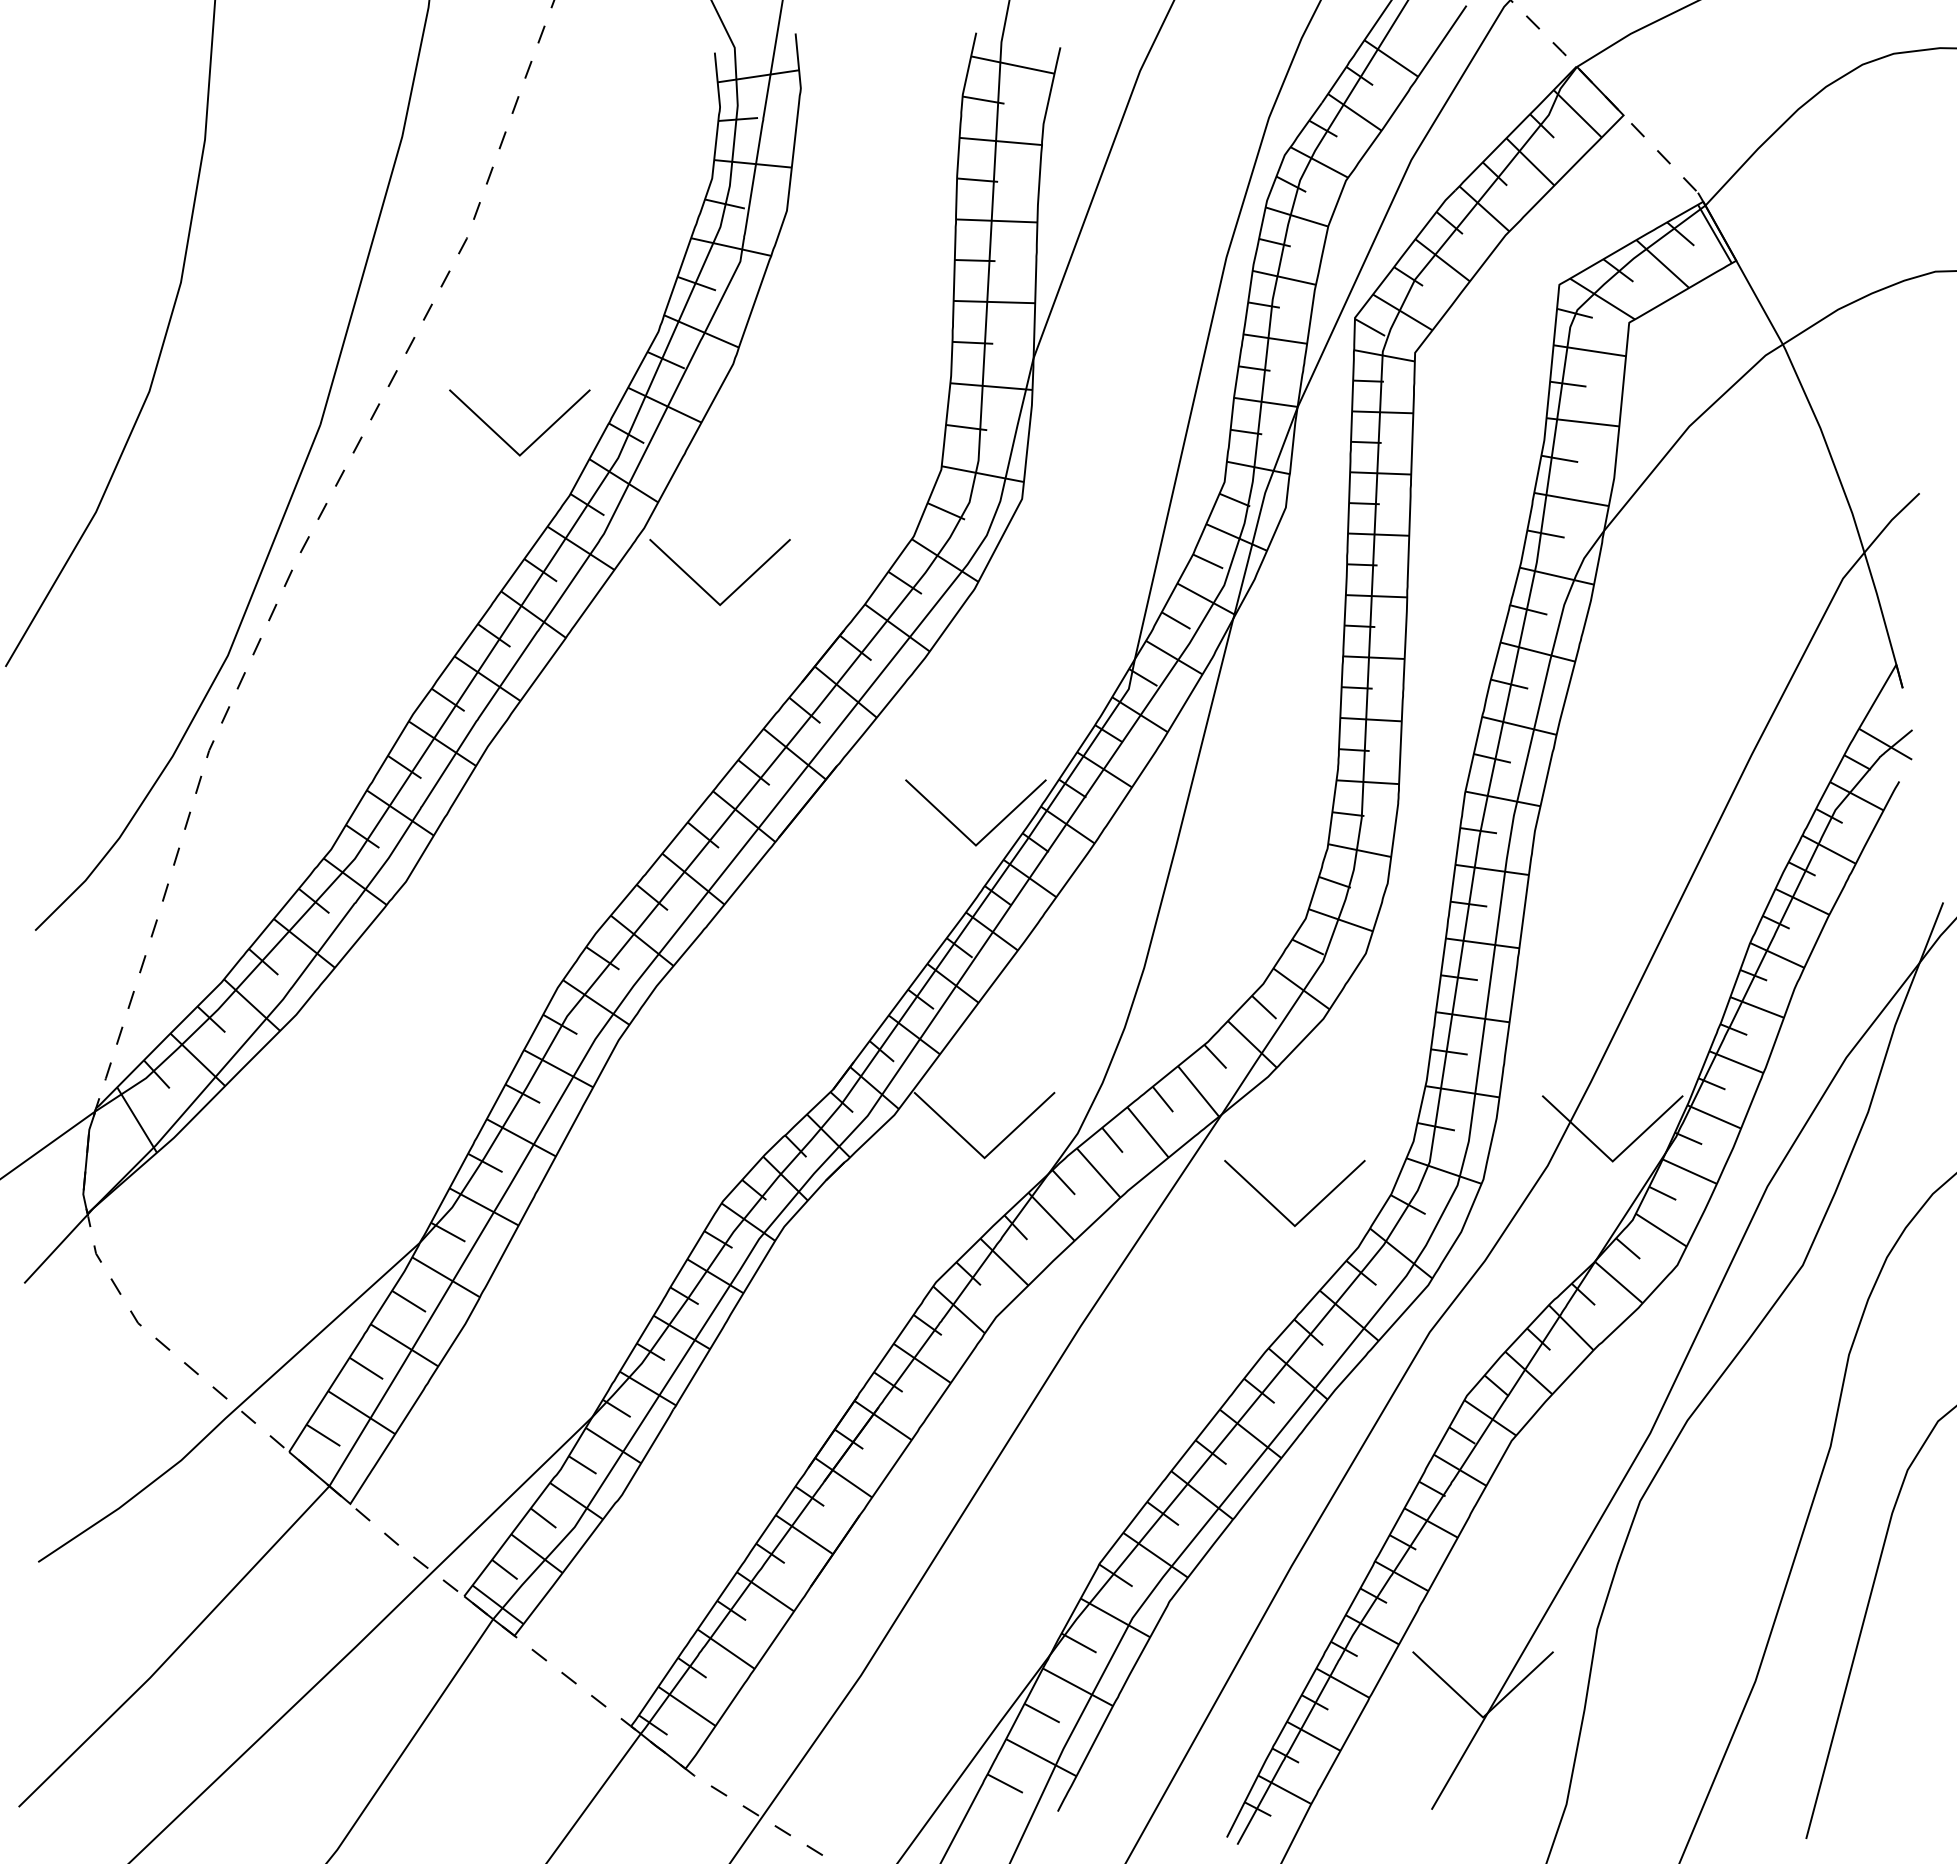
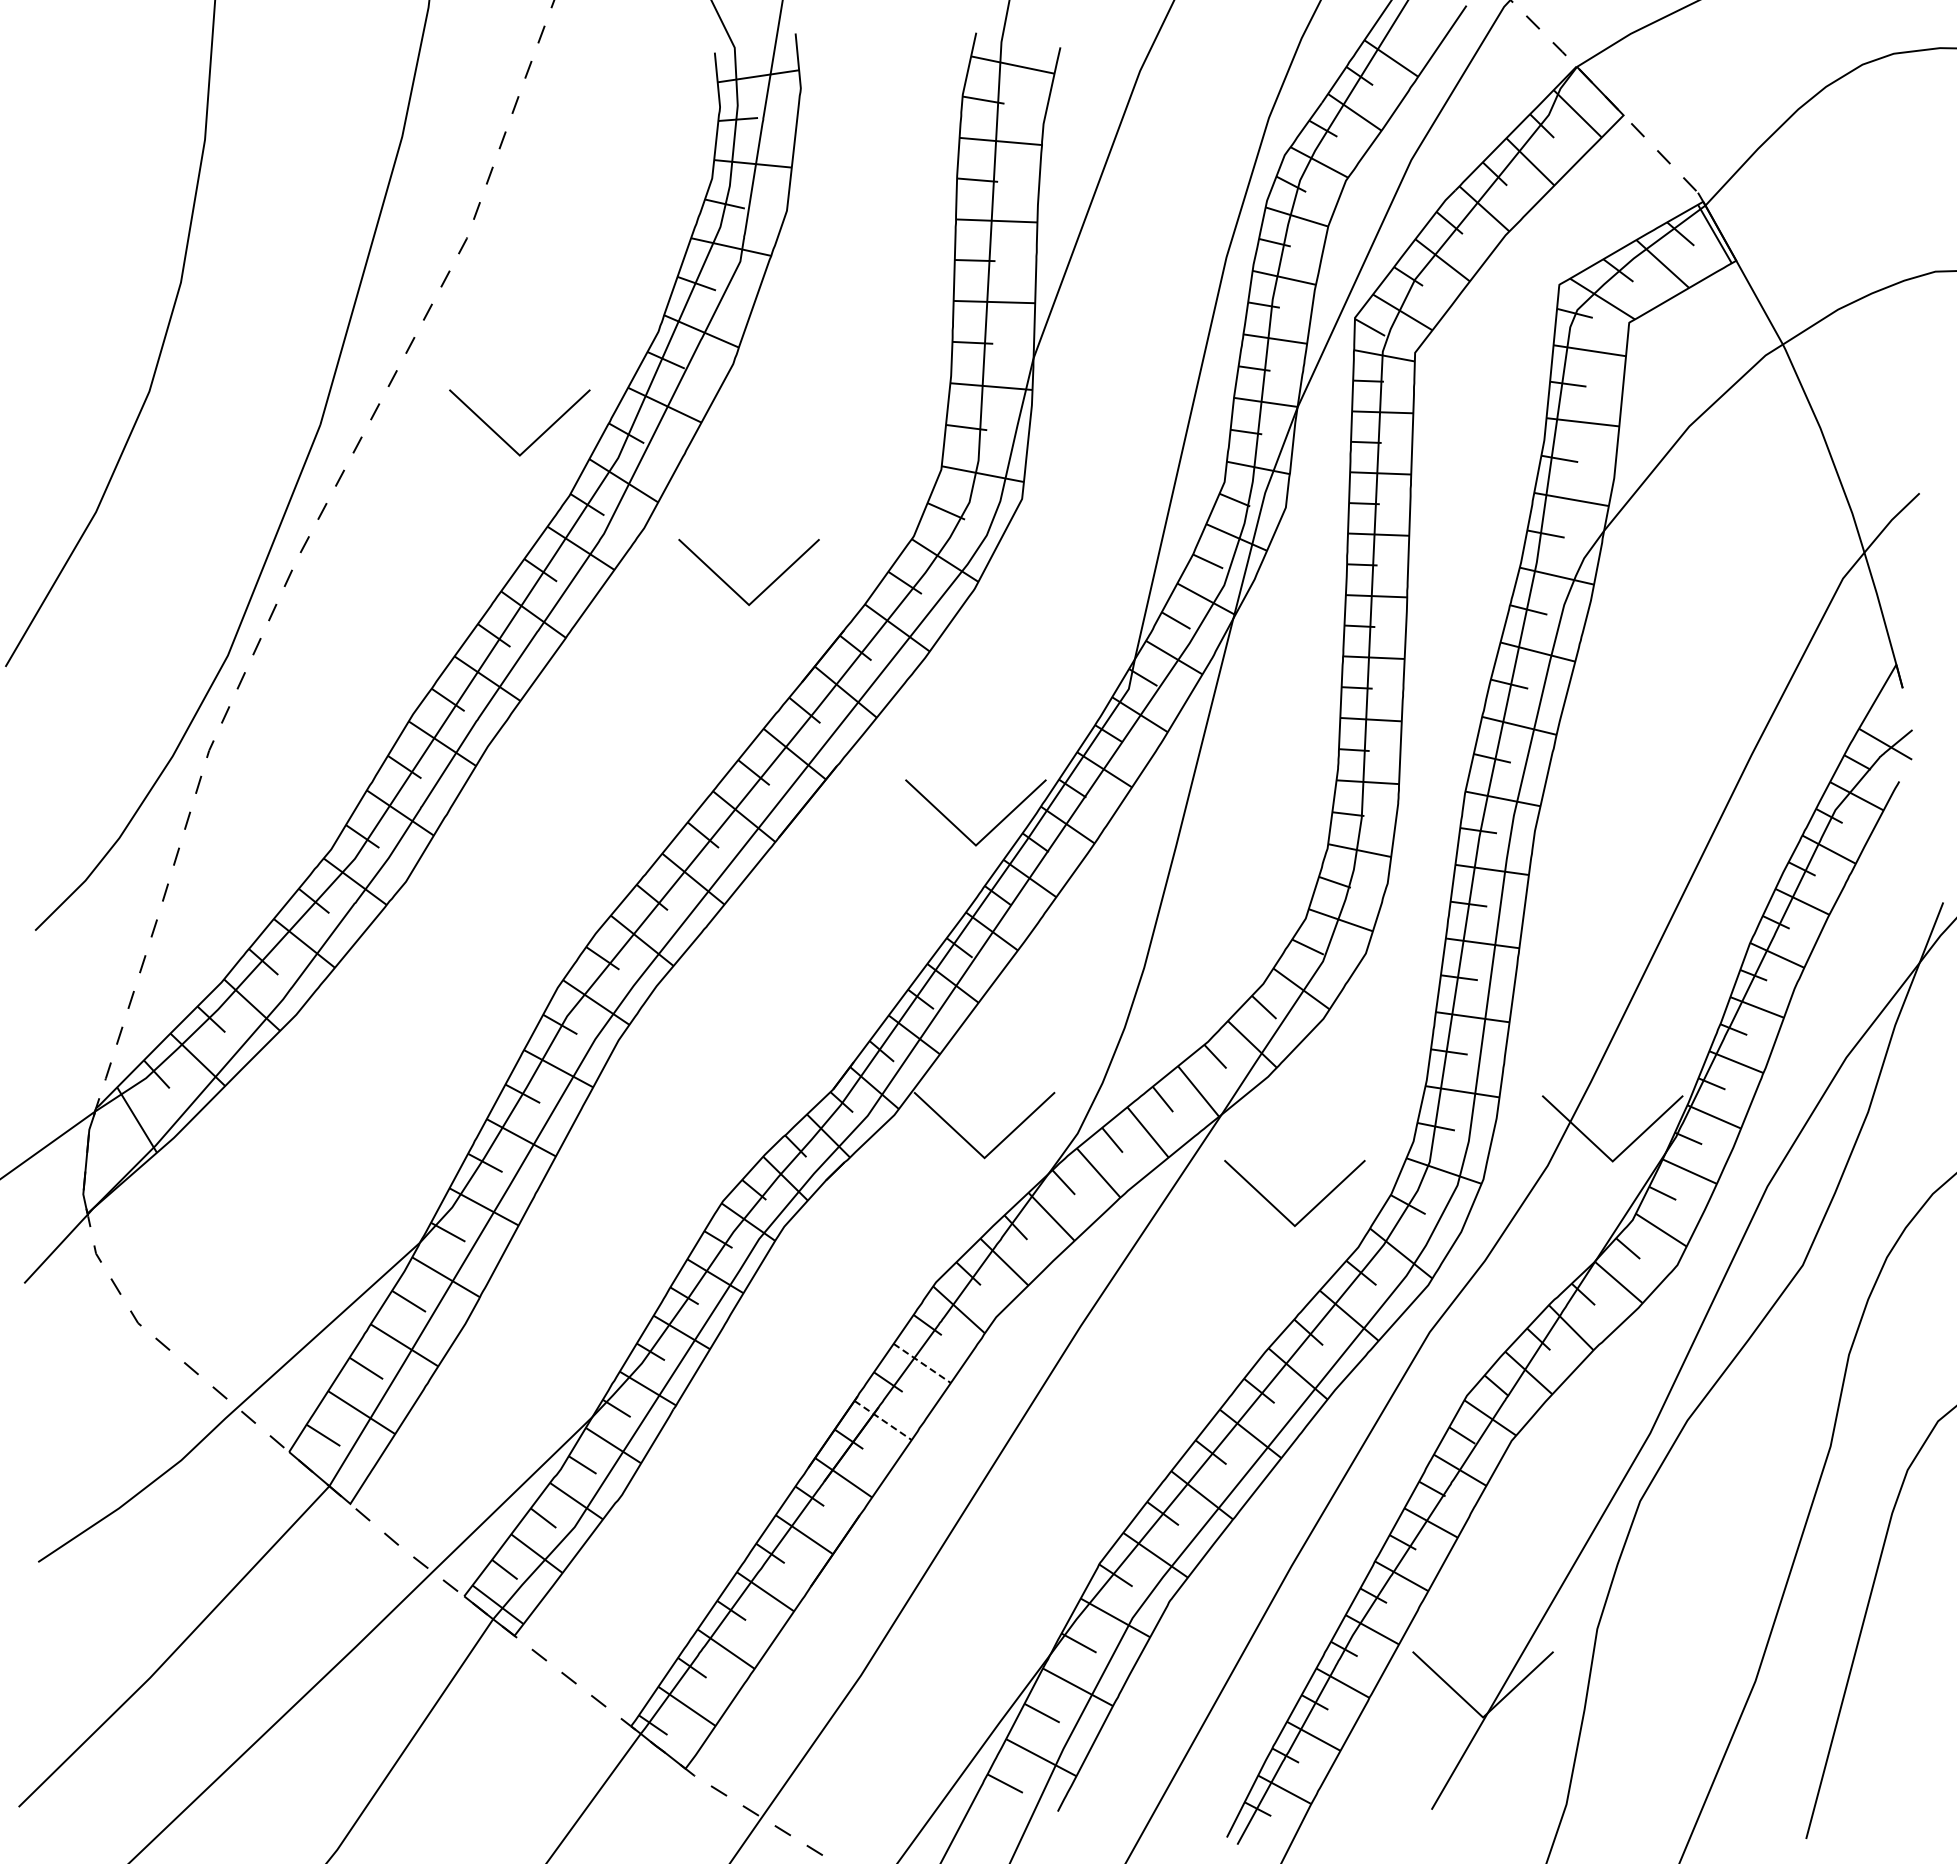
part at (703, 588) position: (703, 588) -> (732, 588)
line at (922, 1363): solid -> dashed
line at (883, 1420): solid -> dashed
